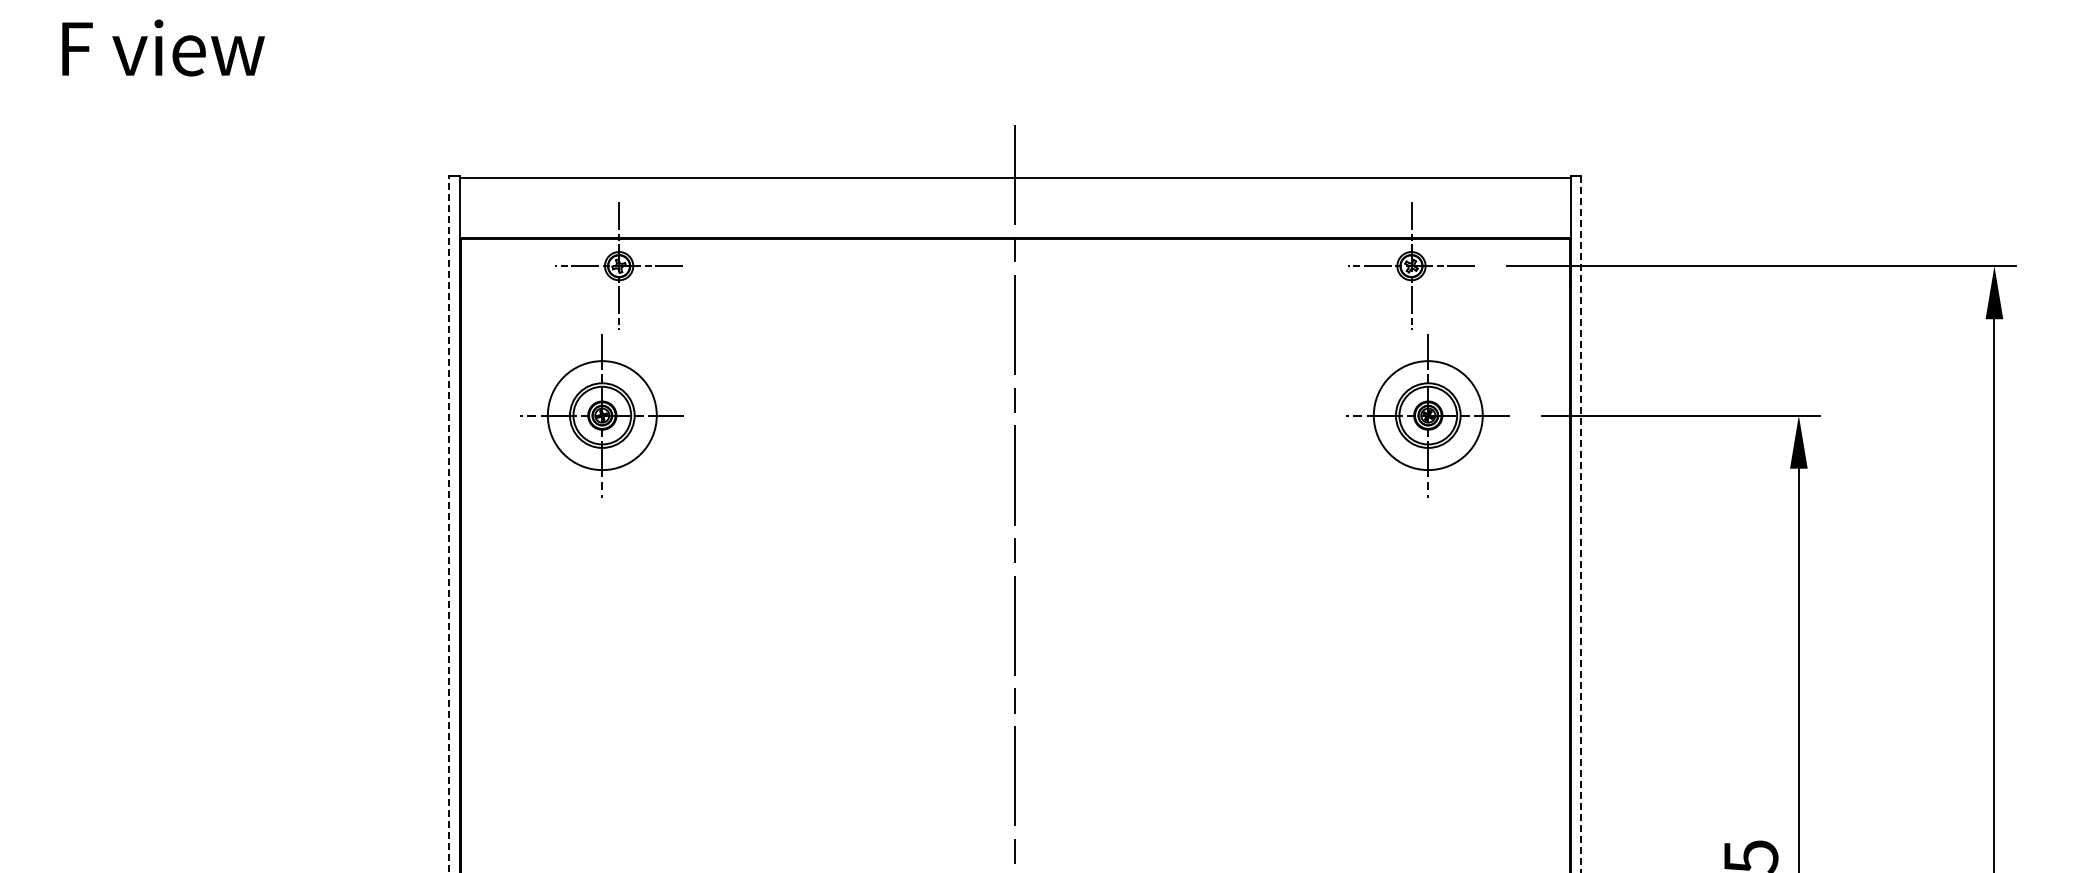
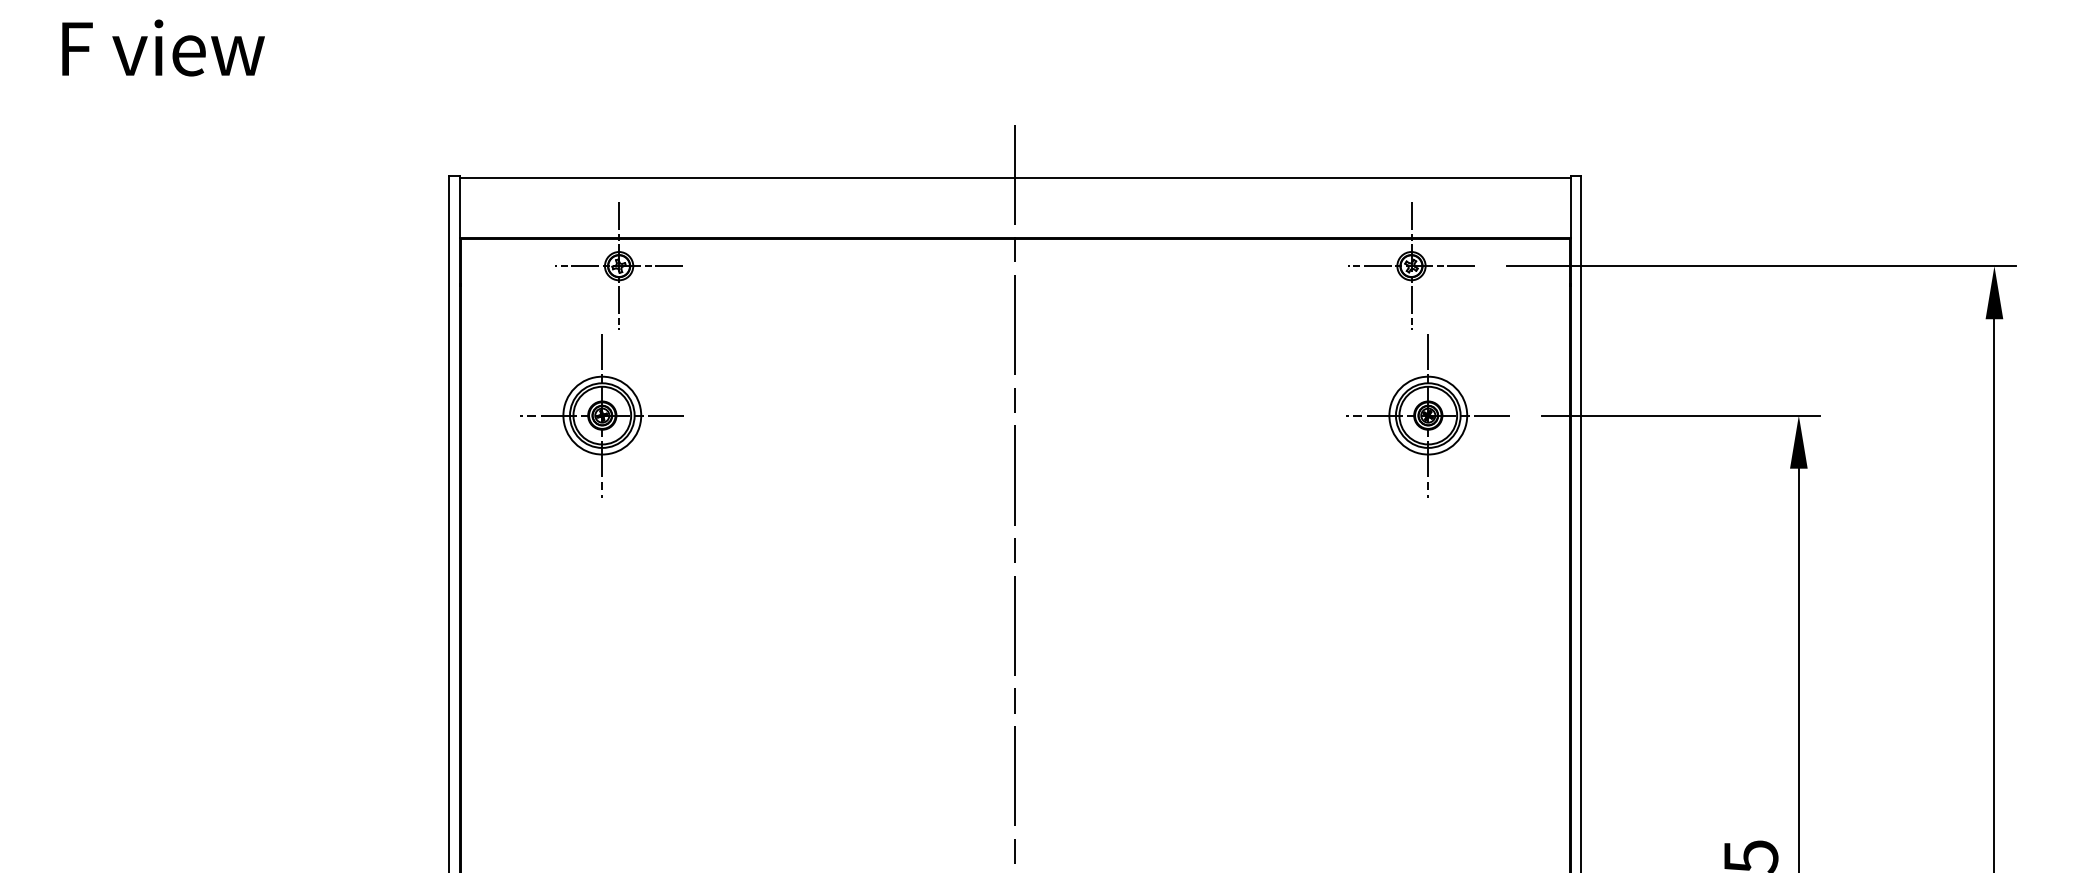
circle at (601, 415) diameter: 109 px -> 78 px
circle at (1427, 415) diameter: 109 px -> 78 px
line at (449, 523): dashed -> solid
line at (1581, 524): dashed -> solid
